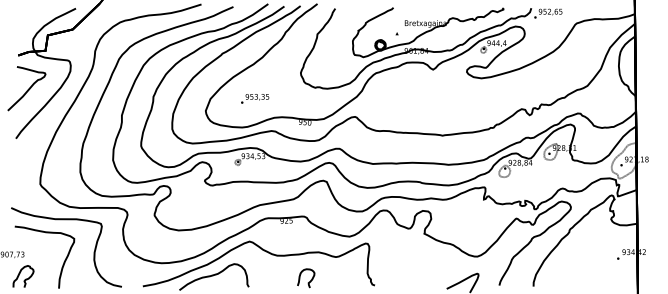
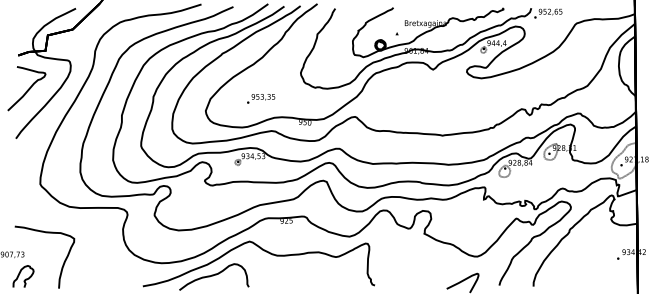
text at (255, 98) position: (255, 98) -> (261, 98)
curve at (66, 220): present -> none
curve at (309, 281): present -> none
